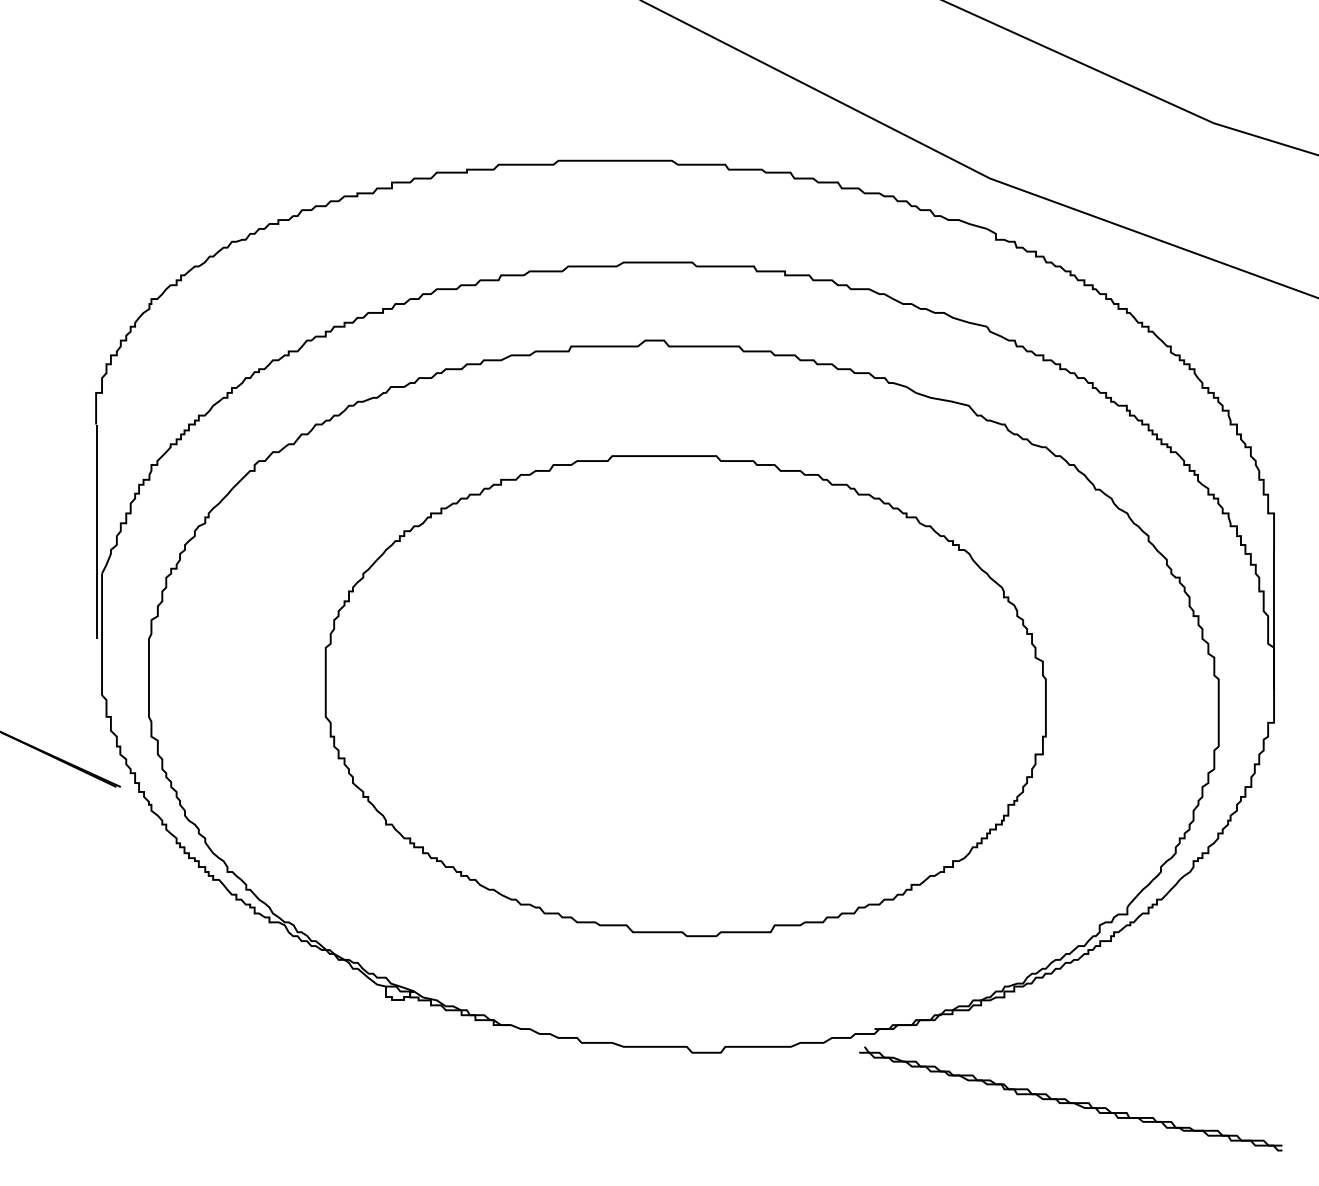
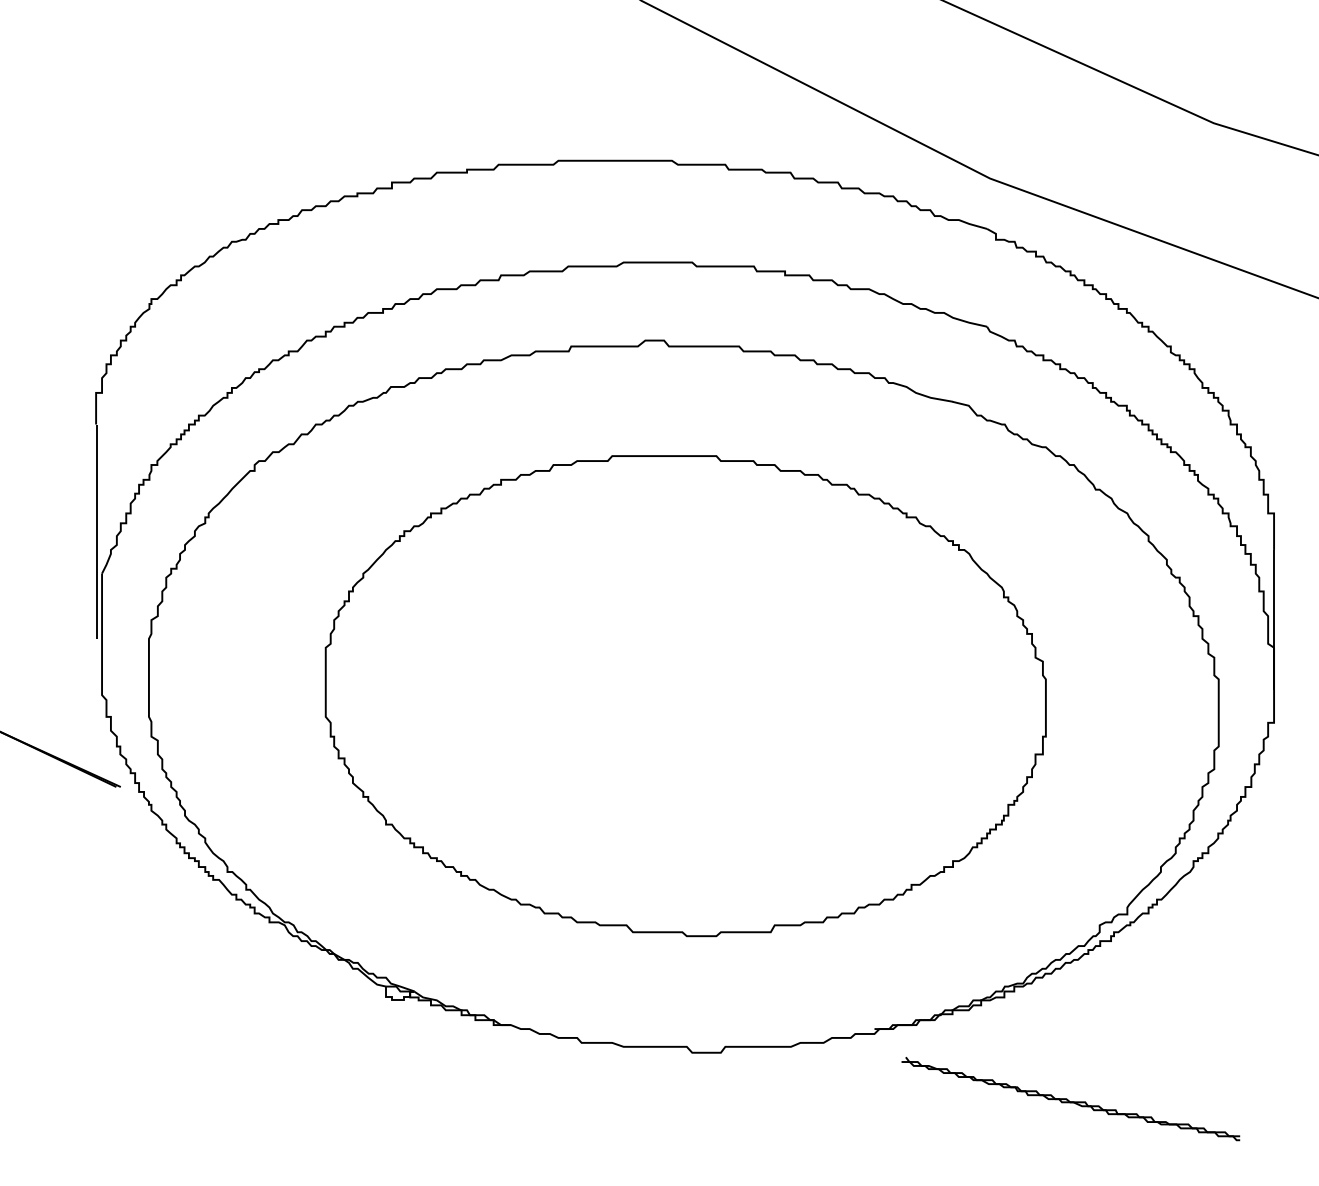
part at (1070, 1098) size: 424x106 px -> 340x85 px
